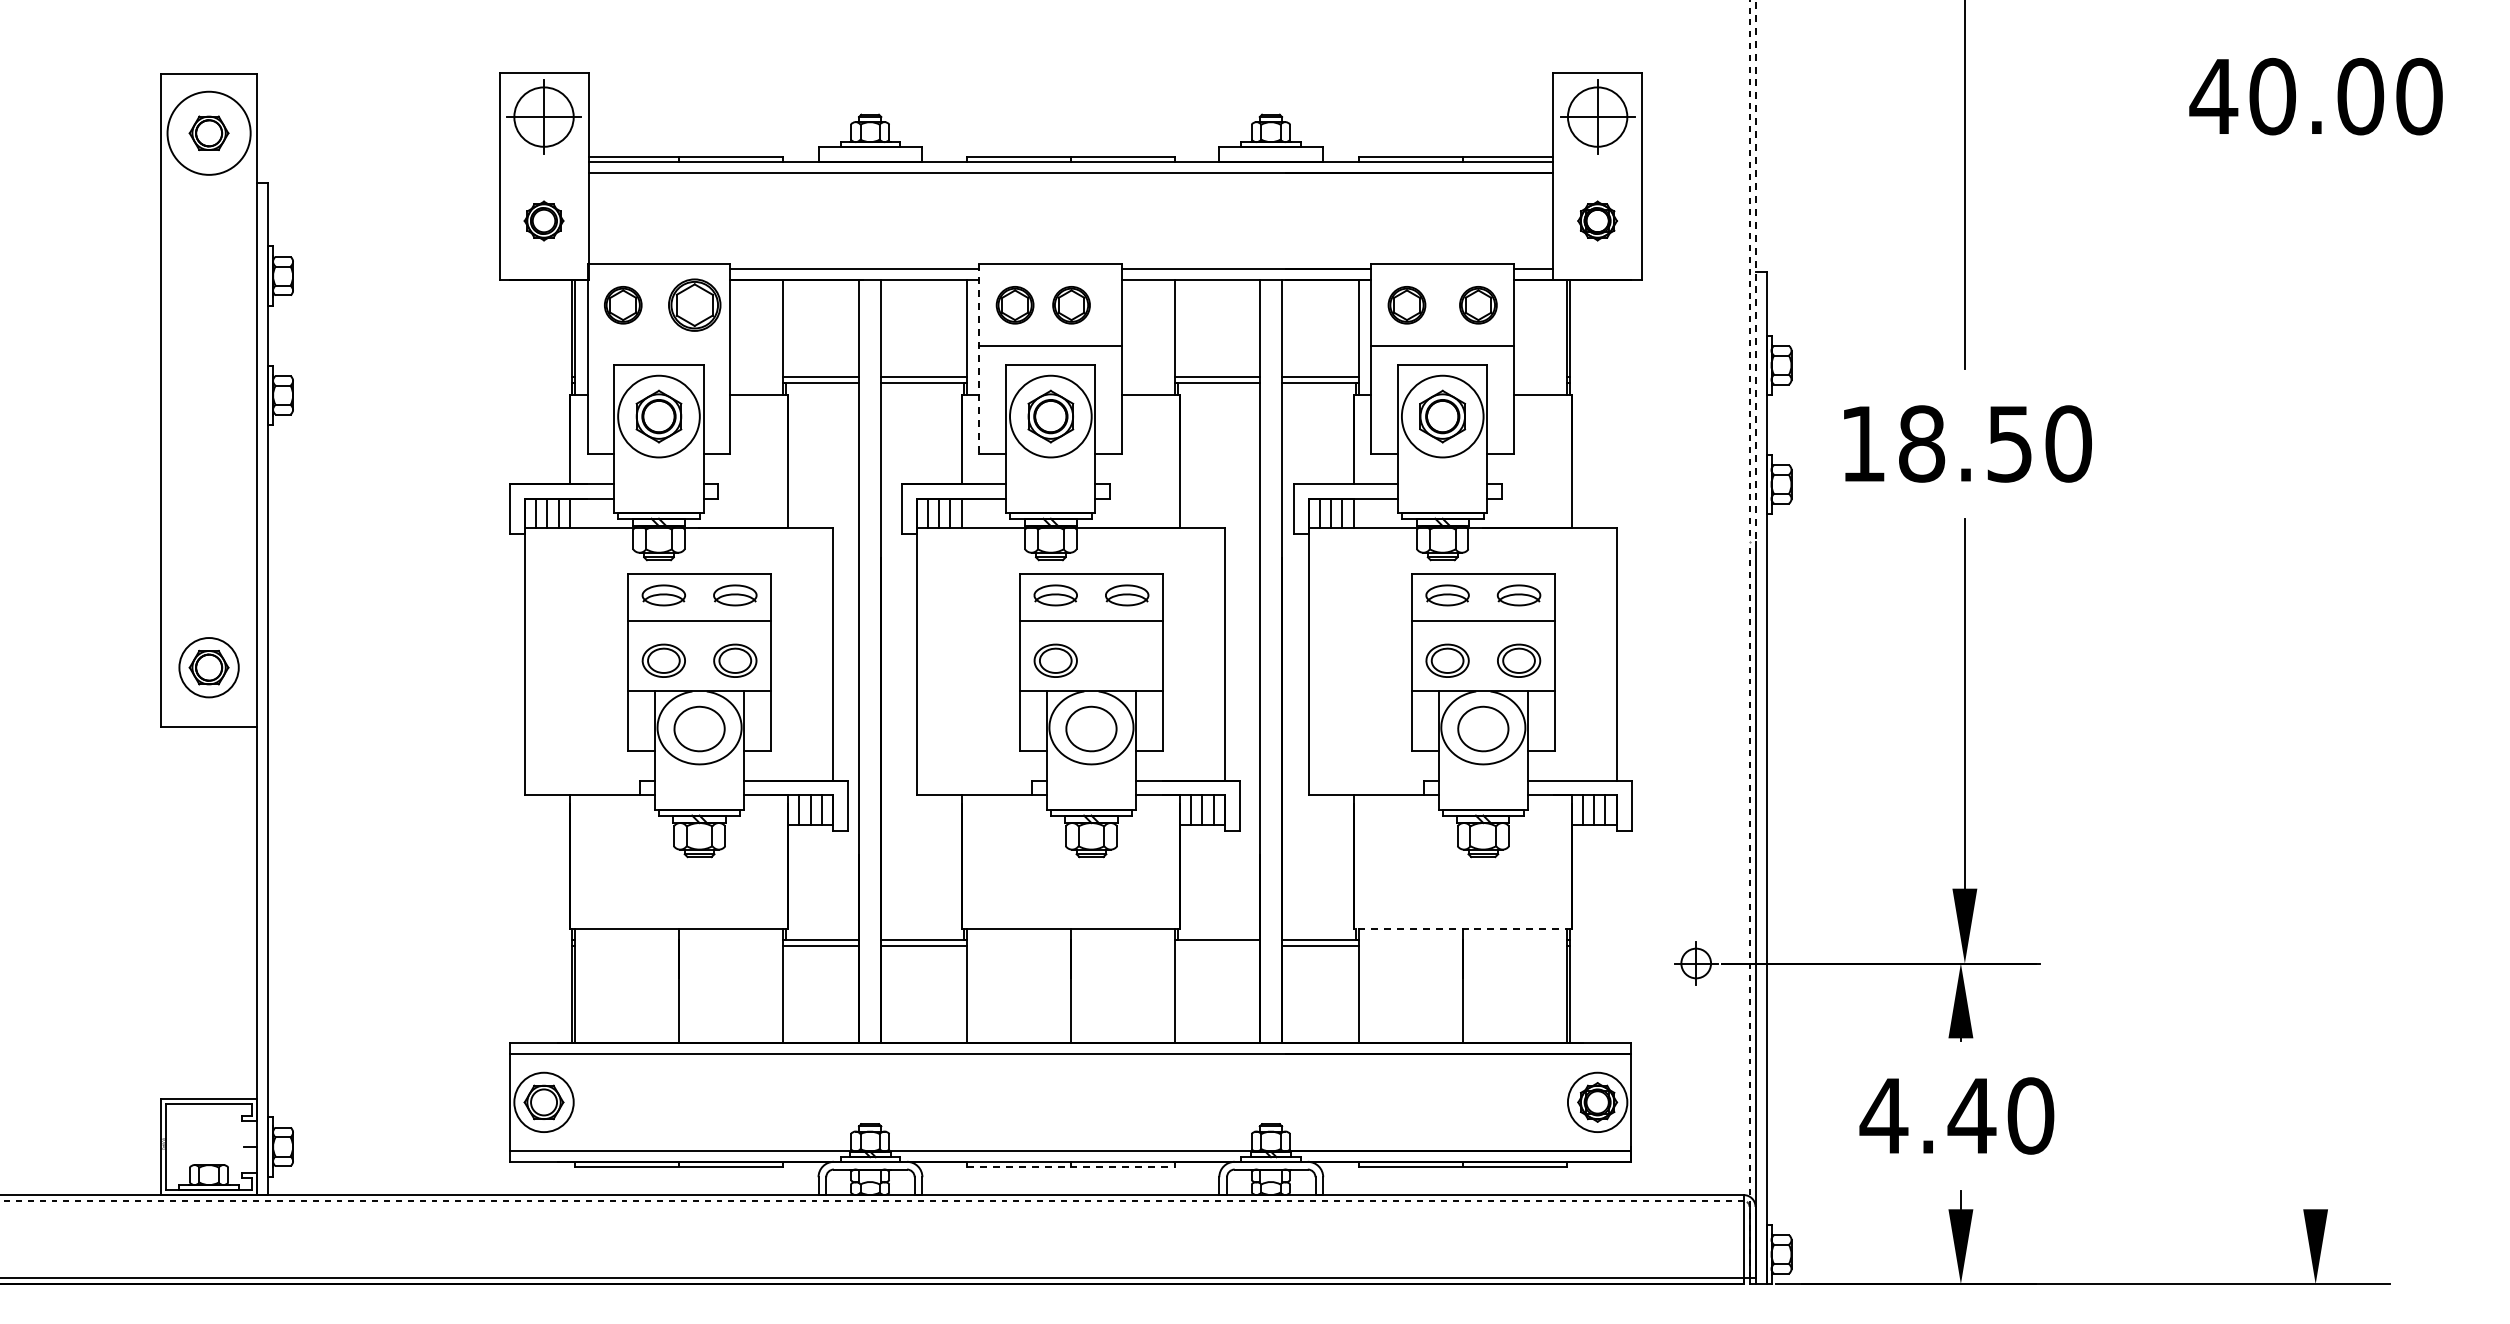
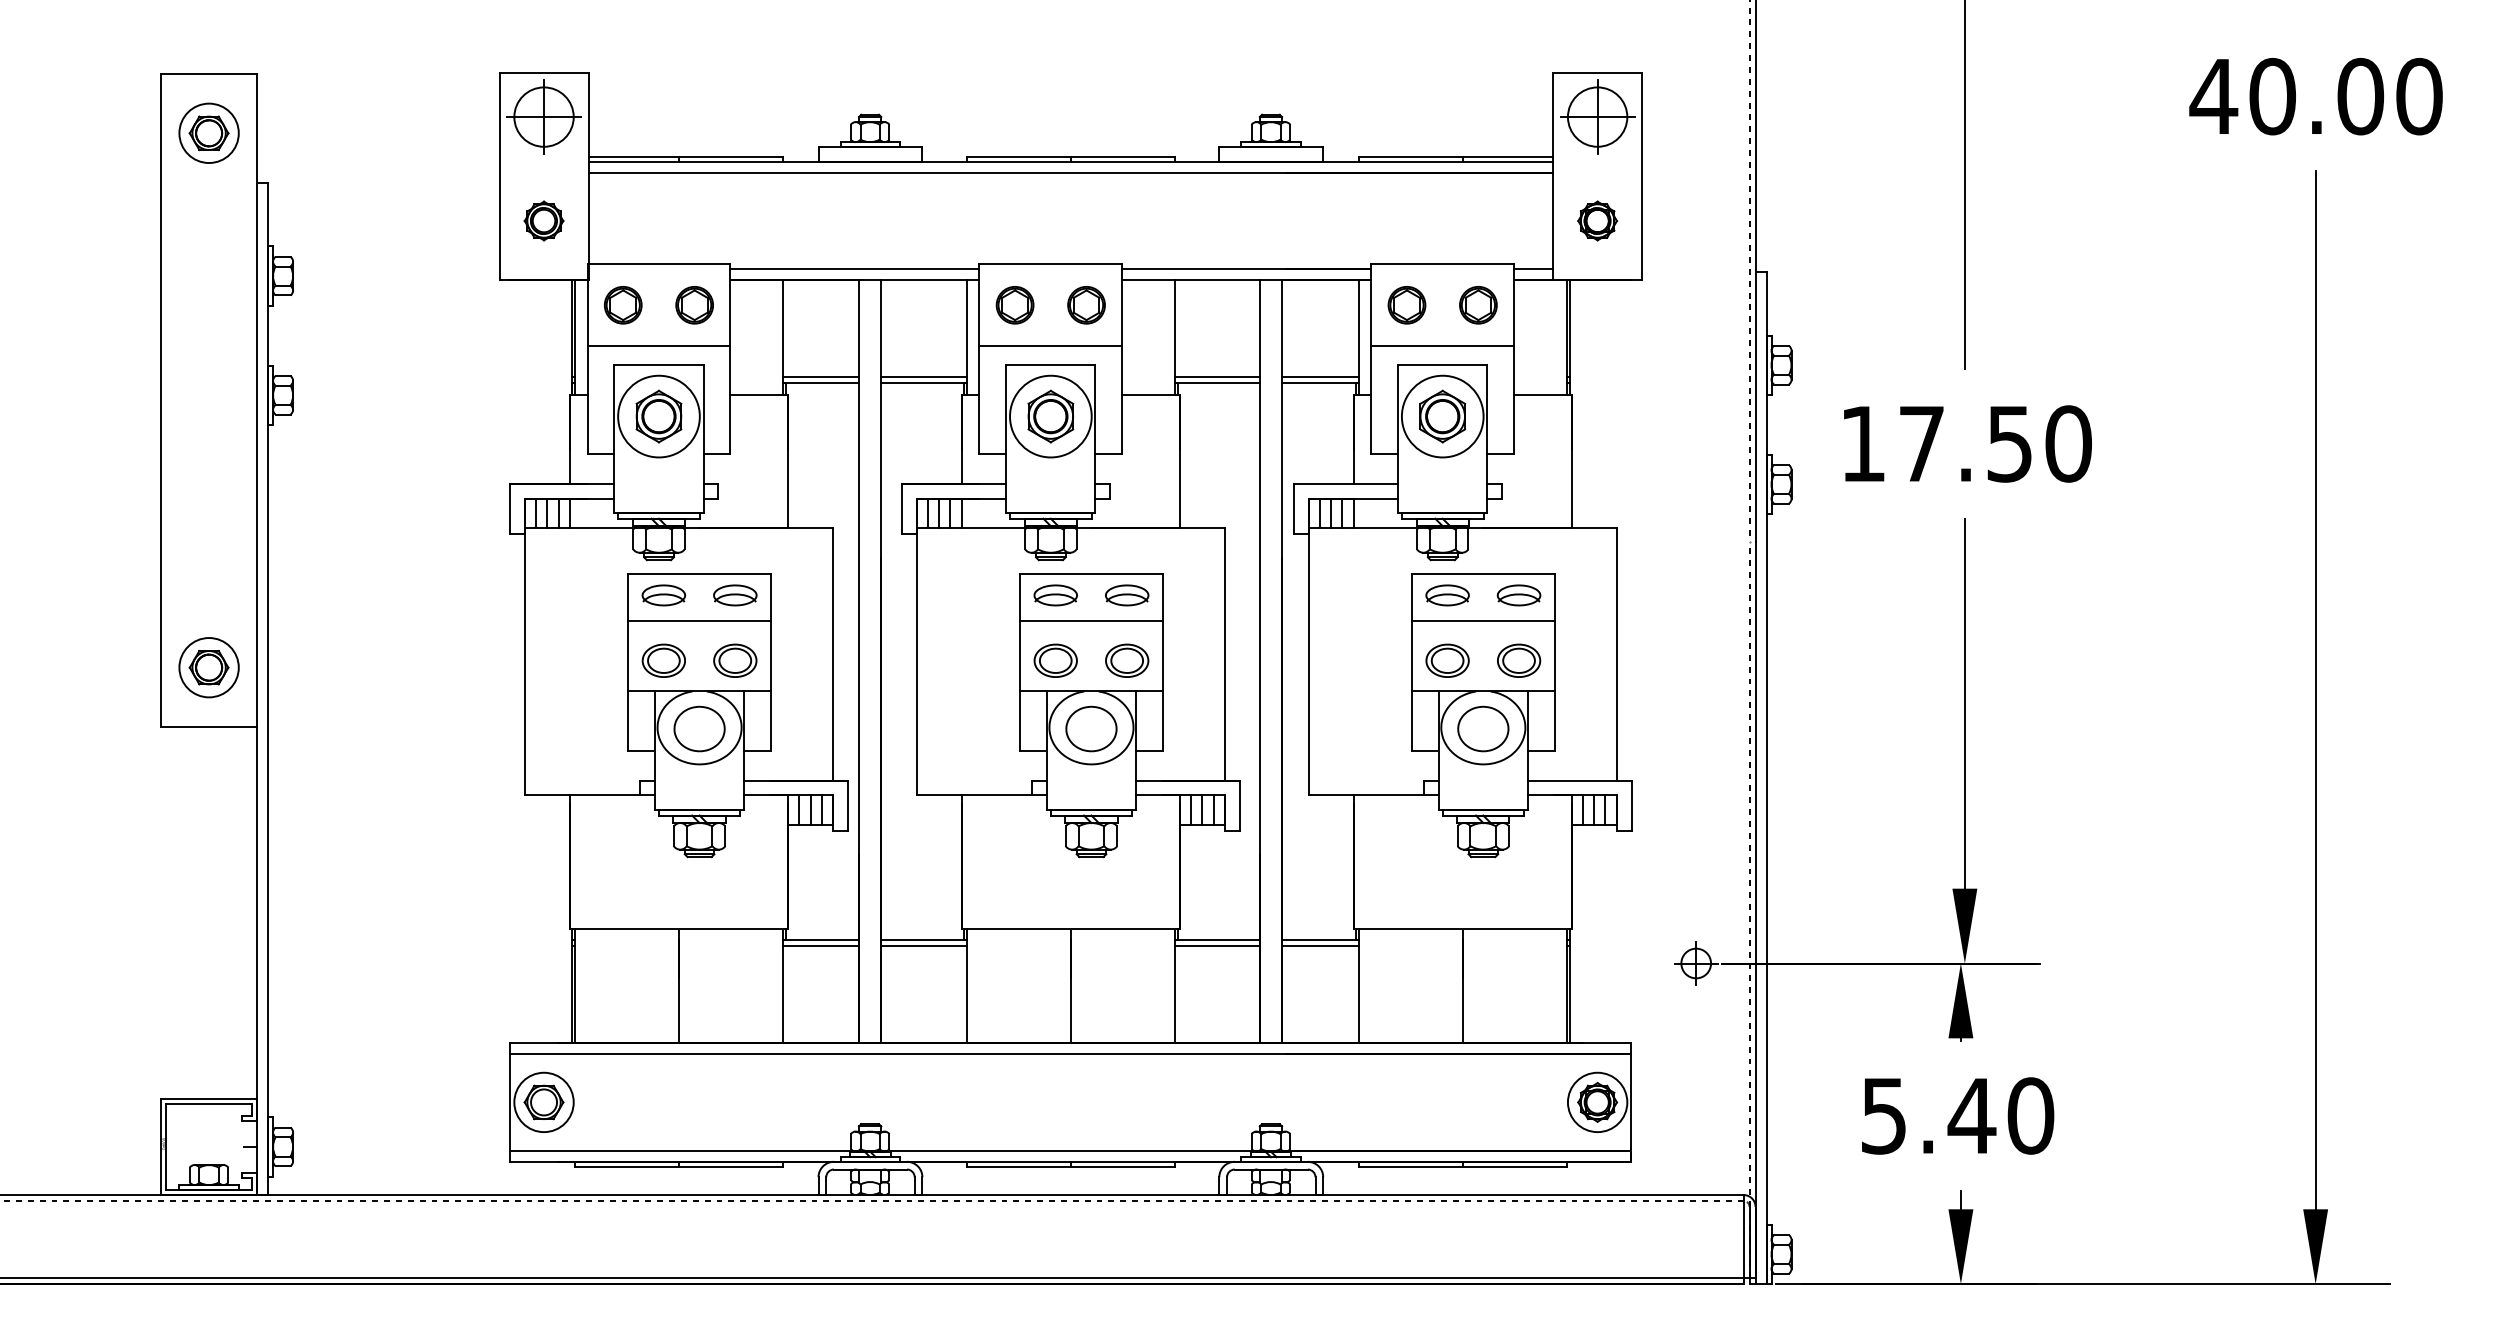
circle at (208, 132) diameter: 83 px -> 59 px
line at (1755, 271): dashed -> solid
part at (694, 304) size: 54x54 px -> 39x39 px
part at (1071, 305) position: (1071, 305) -> (1086, 305)
line at (658, 346): none -> present
line at (979, 359): dashed -> solid
text at (1922, 443): 18.50 -> 17.50
part at (1127, 660): none -> present
line at (2315, 690): none -> present
line at (1462, 929): dashed -> solid
line at (1216, 946): none -> present
text at (1883, 1116): 4.40 -> 5.40
line at (1070, 1166): dashed -> solid
